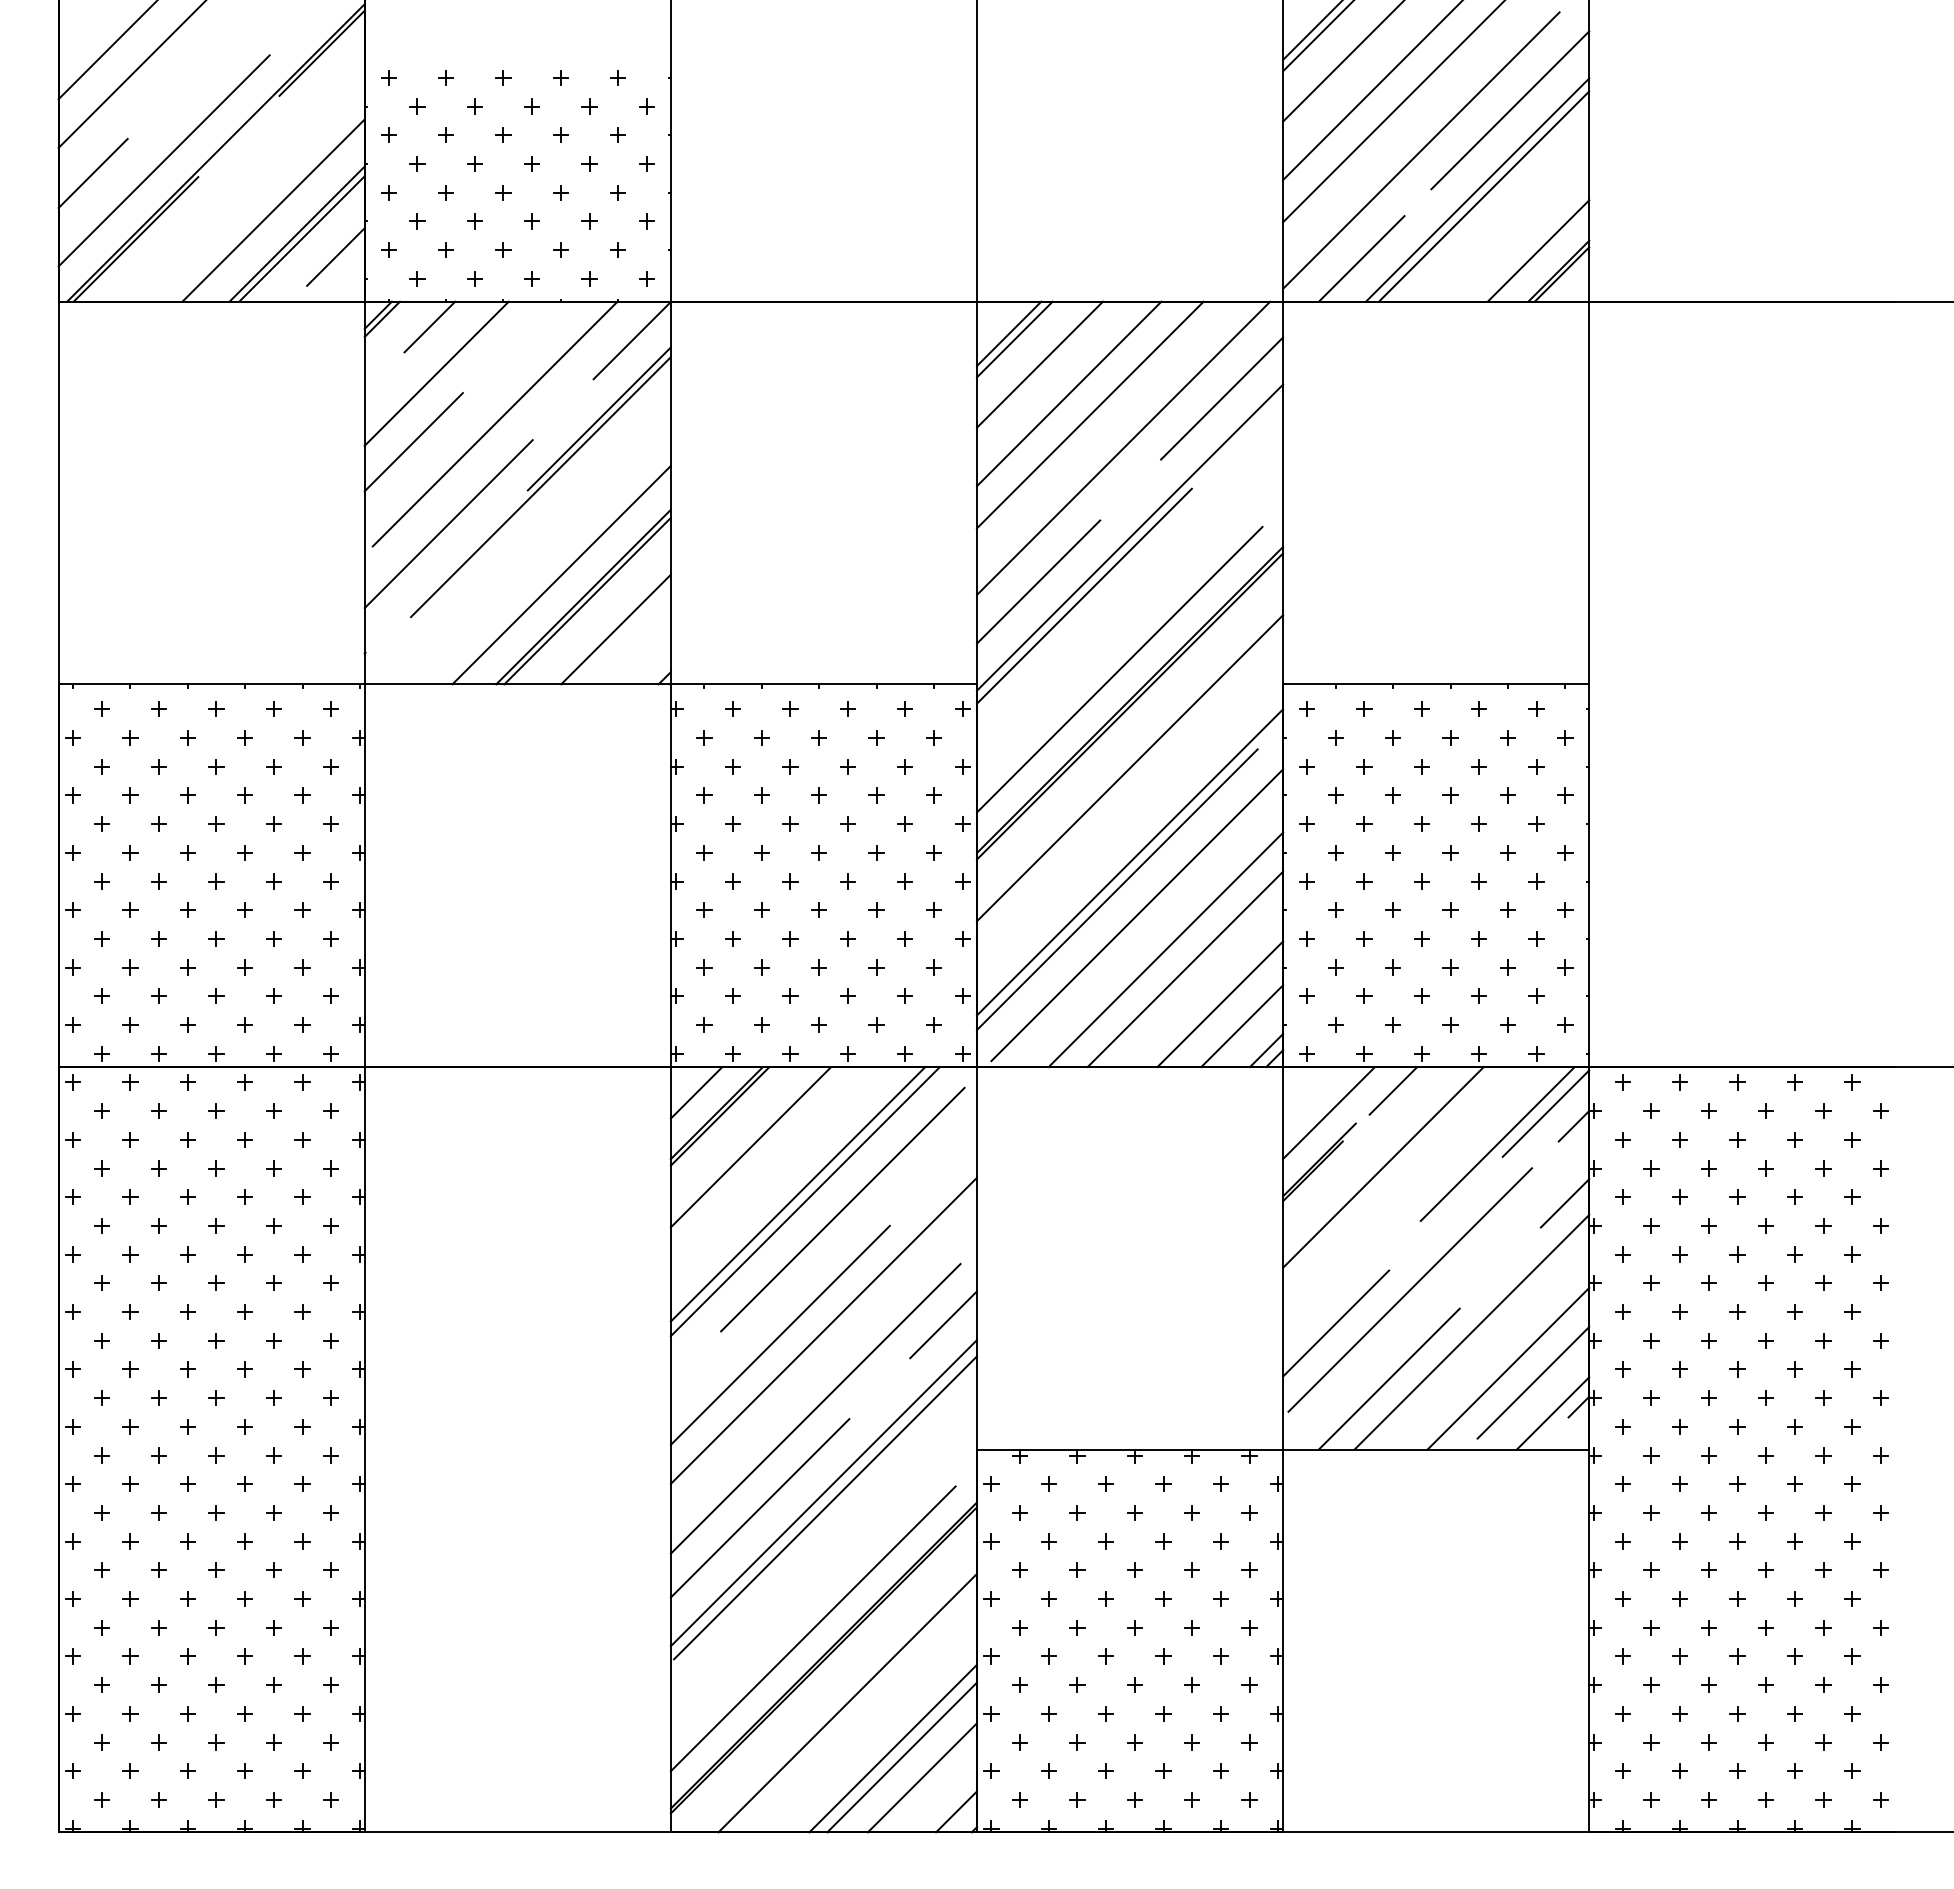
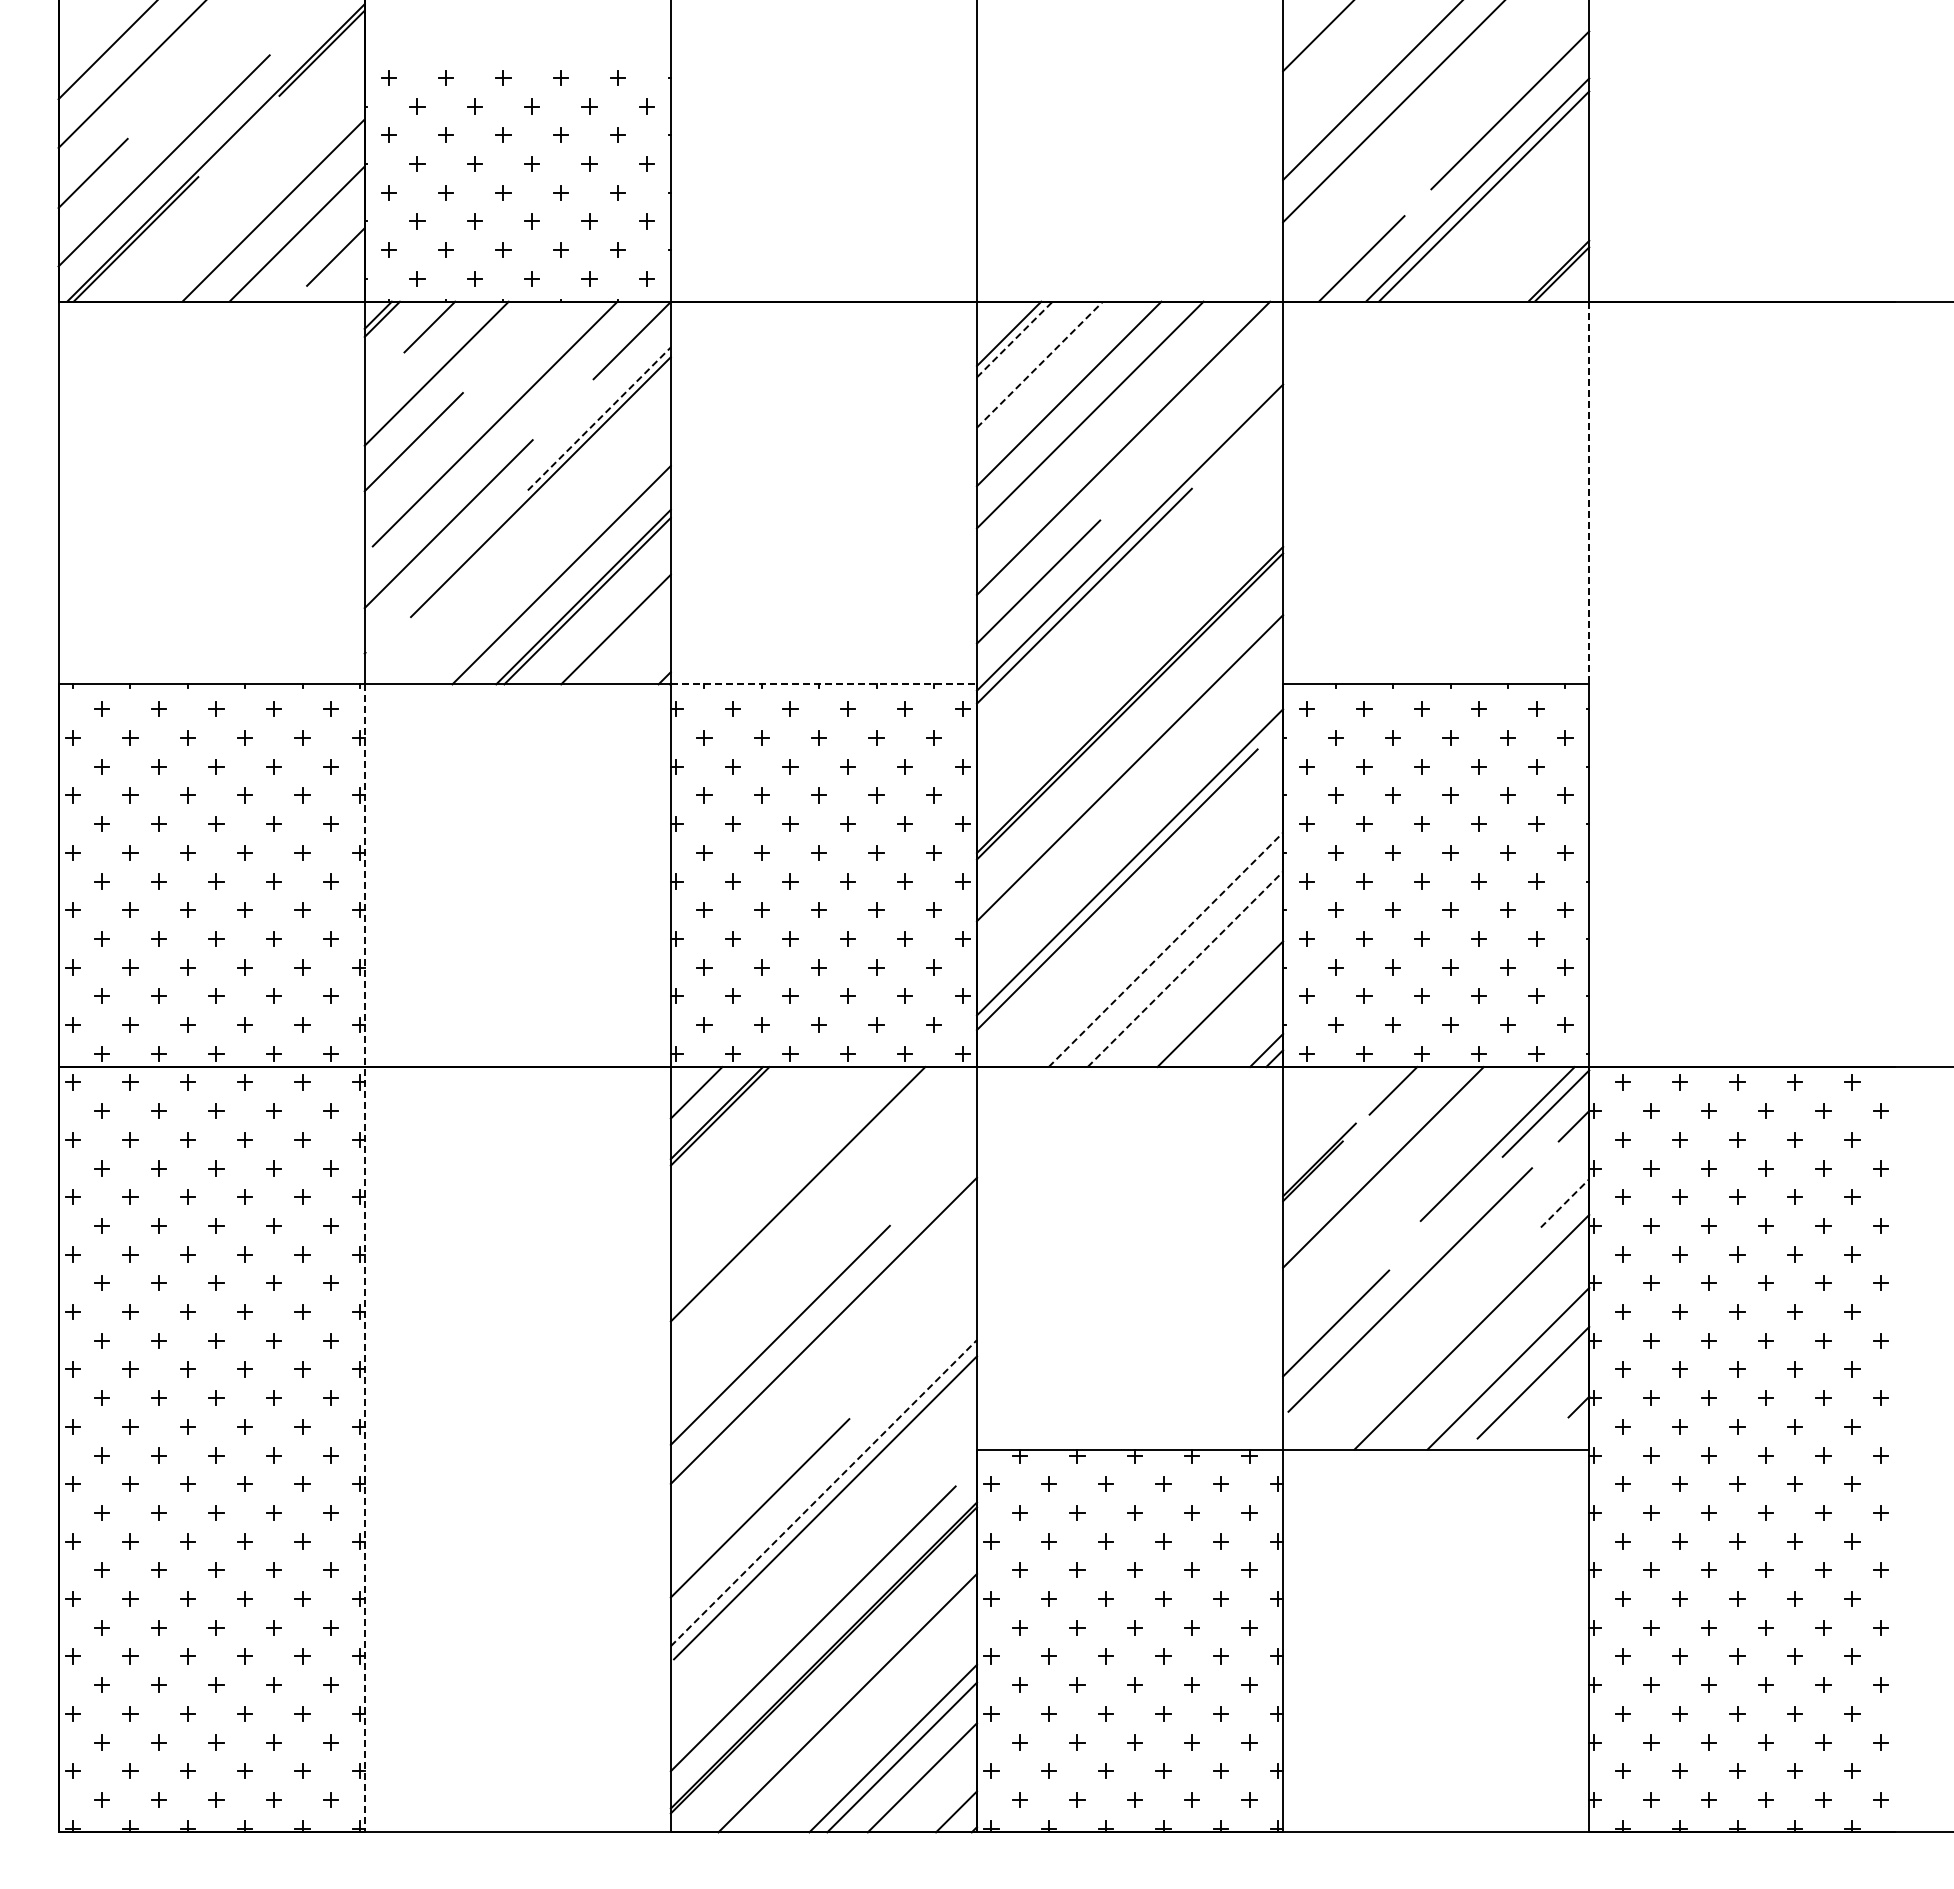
line at (1311, 30): present -> none
line at (1342, 61): present -> none
line at (1421, 150): present -> none
line at (301, 238): present -> none
line at (1538, 250): present -> none
line at (1015, 339): solid -> dashed
line at (1040, 364): solid -> dashed
line at (1222, 398): present -> none
line at (599, 418): solid -> dashed
line at (1589, 493): solid -> dashed
line at (1119, 669): present -> none
line at (824, 684): solid -> dashed
line at (1137, 915): present -> none
line at (1165, 949): solid -> dashed
line at (1185, 968): solid -> dashed
line at (1242, 1026): present -> none
line at (1329, 1112): present -> none
line at (750, 1147): present -> none
line at (804, 1201): present -> none
line at (1565, 1202): solid -> dashed
line at (842, 1209): present -> none
line at (364, 1258): solid -> dashed
line at (943, 1324): present -> none
line at (1388, 1378): present -> none
line at (815, 1408): present -> none
line at (1552, 1413): present -> none
line at (824, 1492): solid -> dashed
